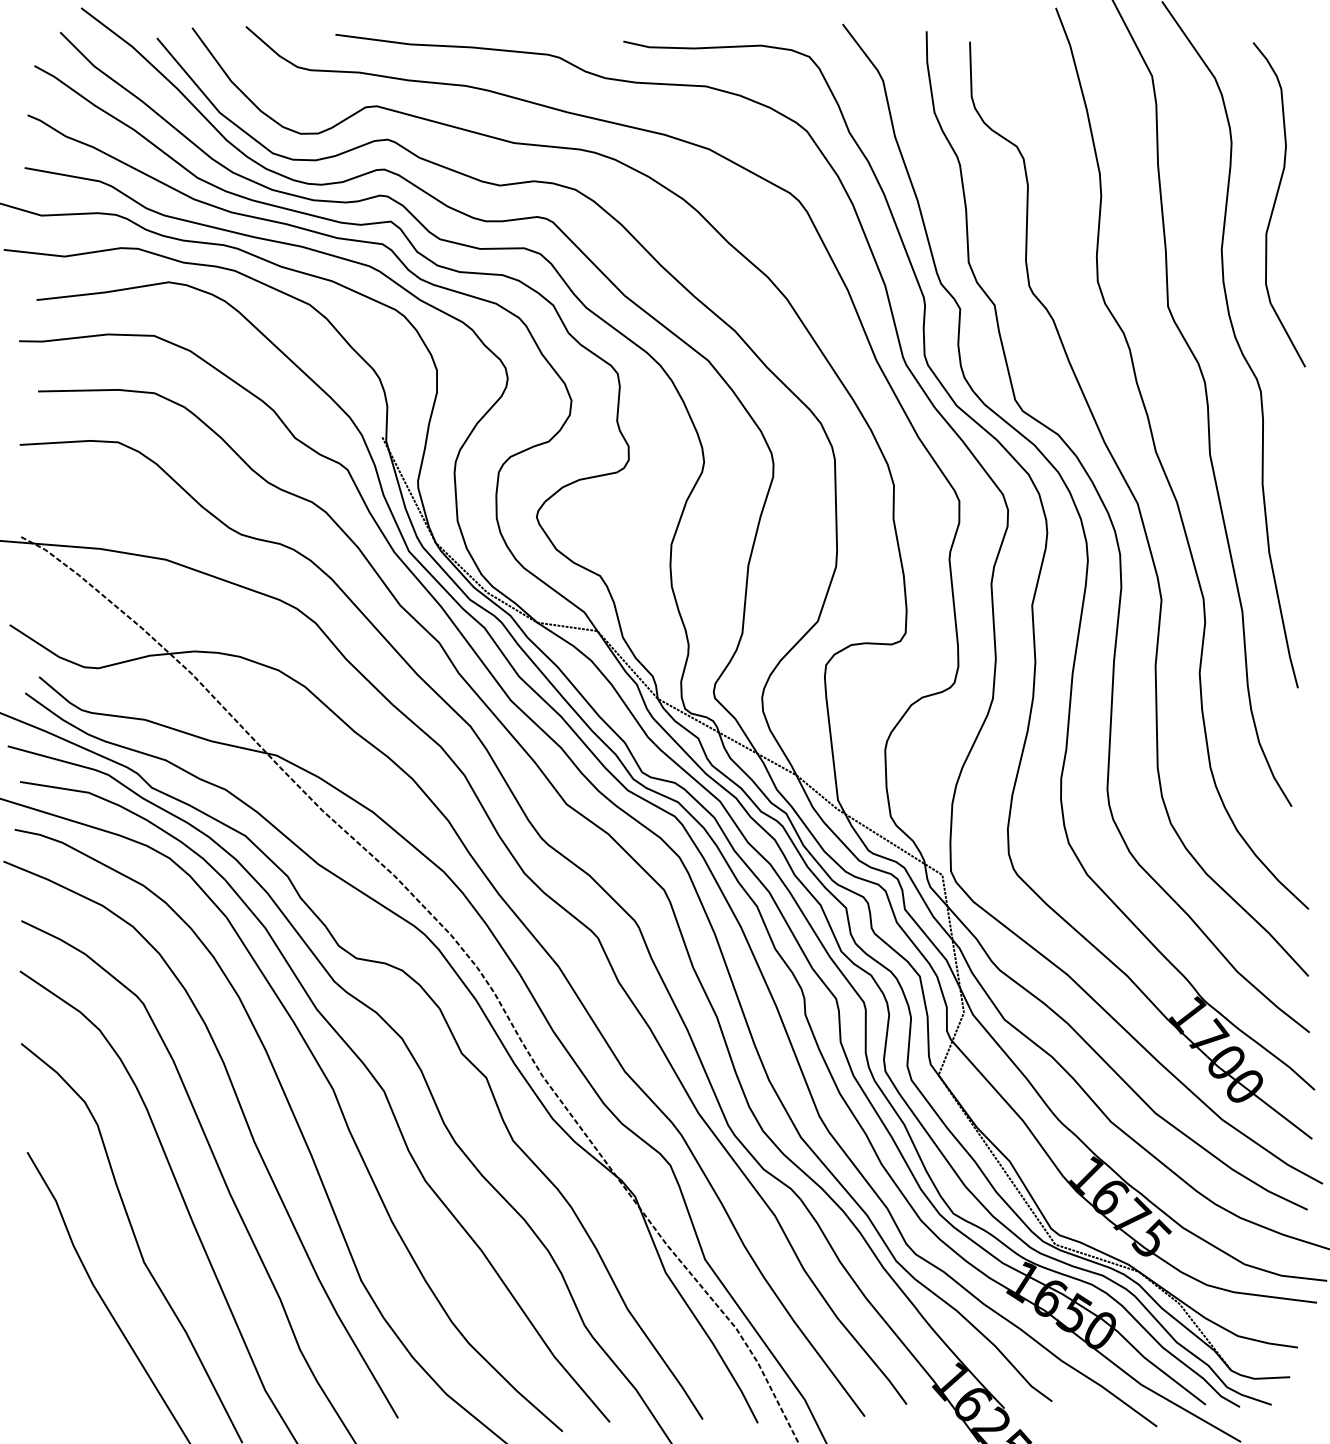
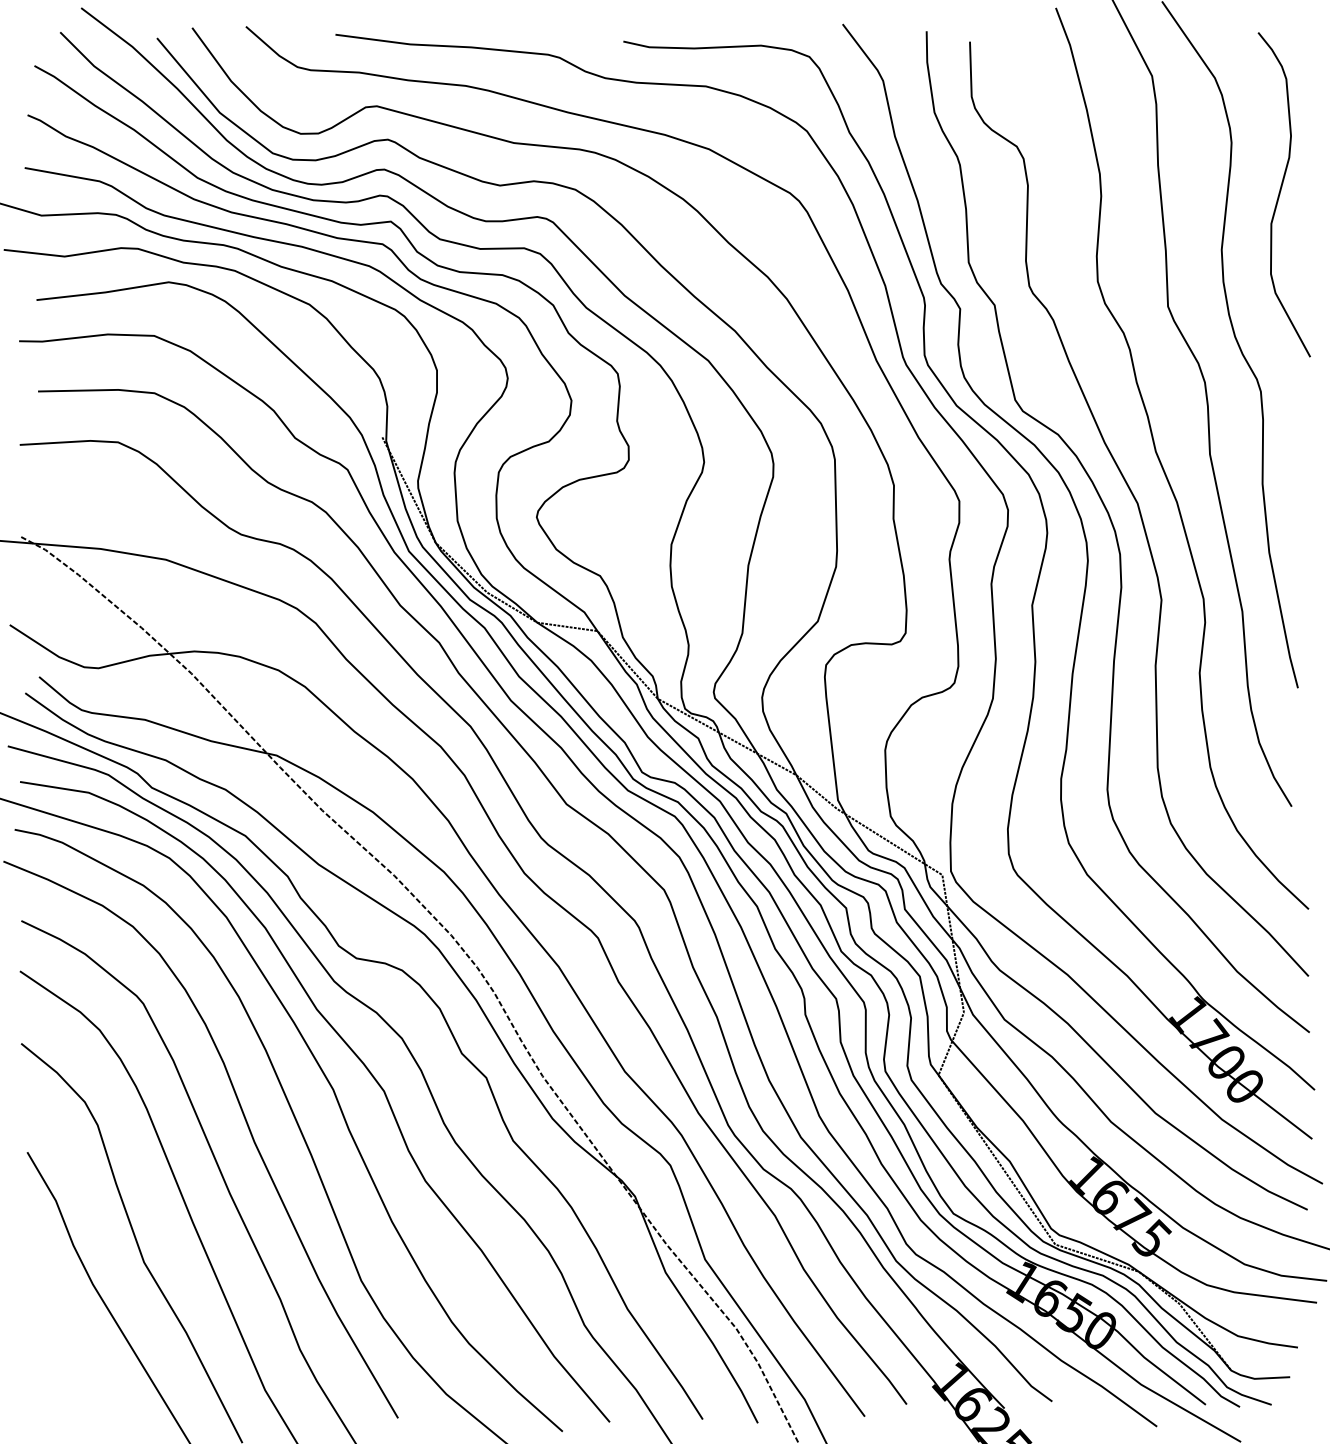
curve at (1275, 204) position: (1275, 204) -> (1280, 194)
